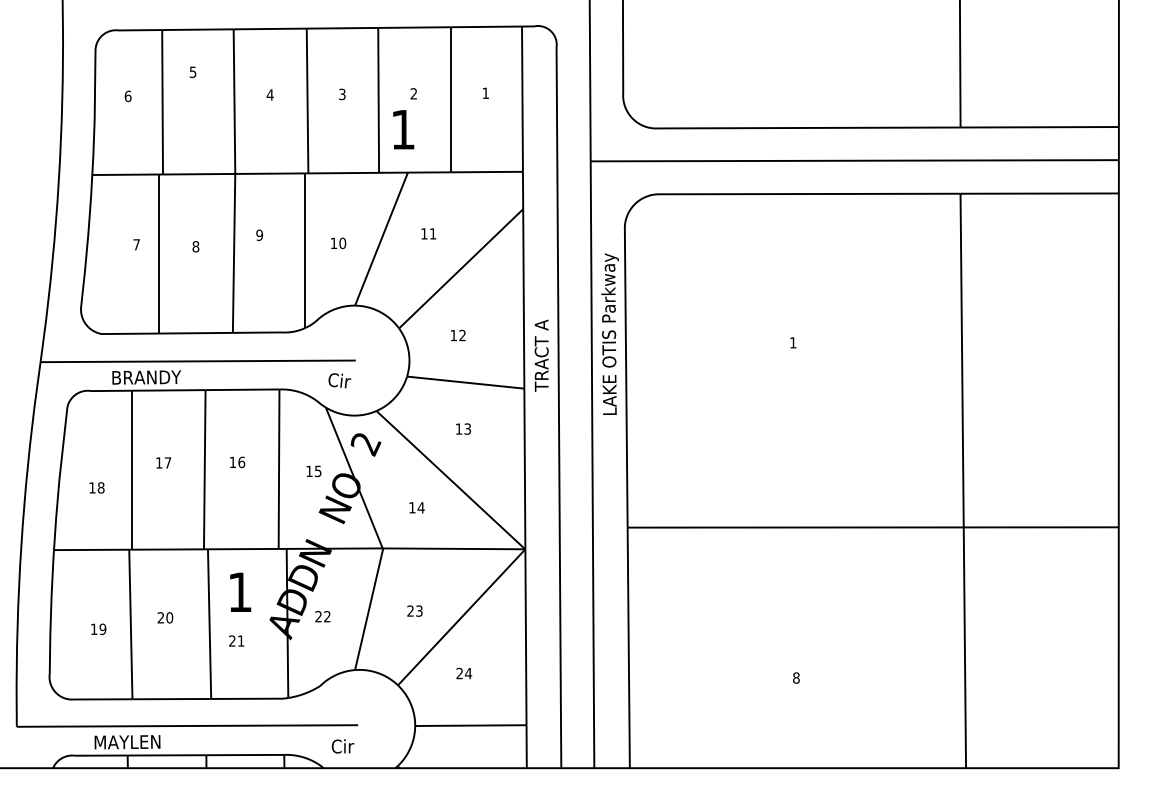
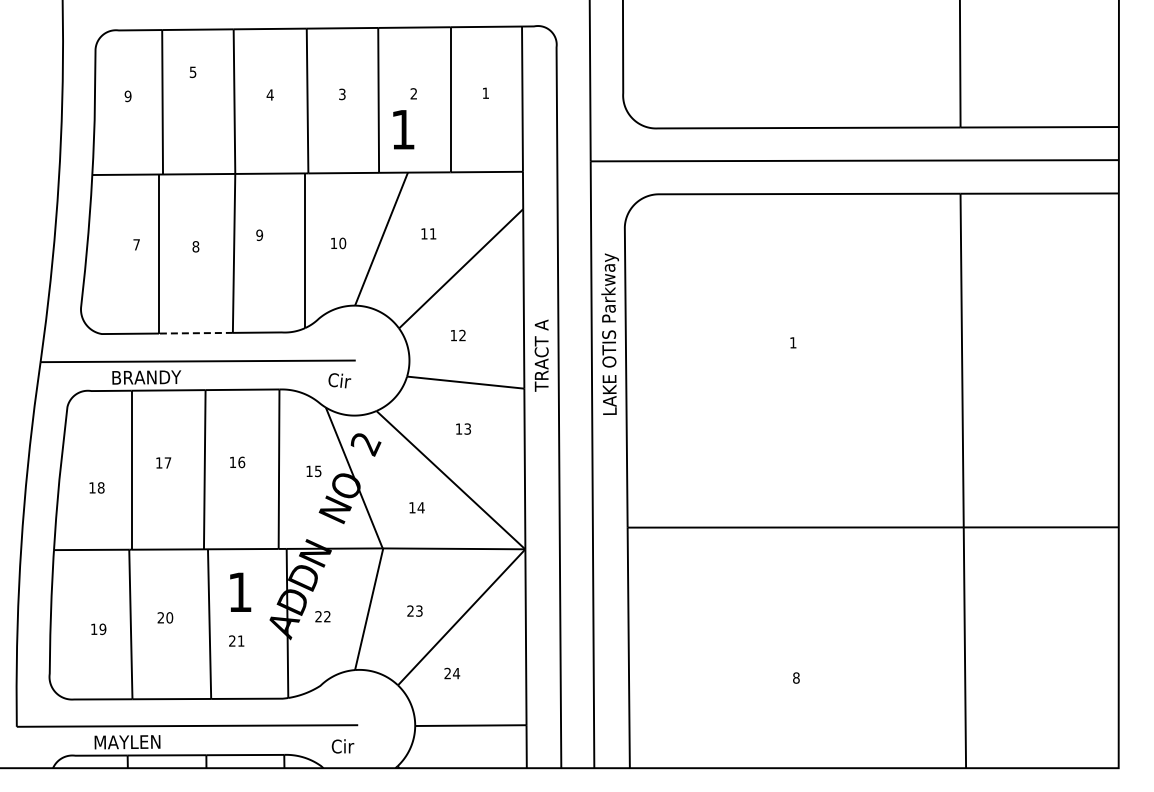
text at (127, 96): 6 -> 9
line at (195, 333): solid -> dashed
text at (464, 673) position: (464, 673) -> (452, 673)
